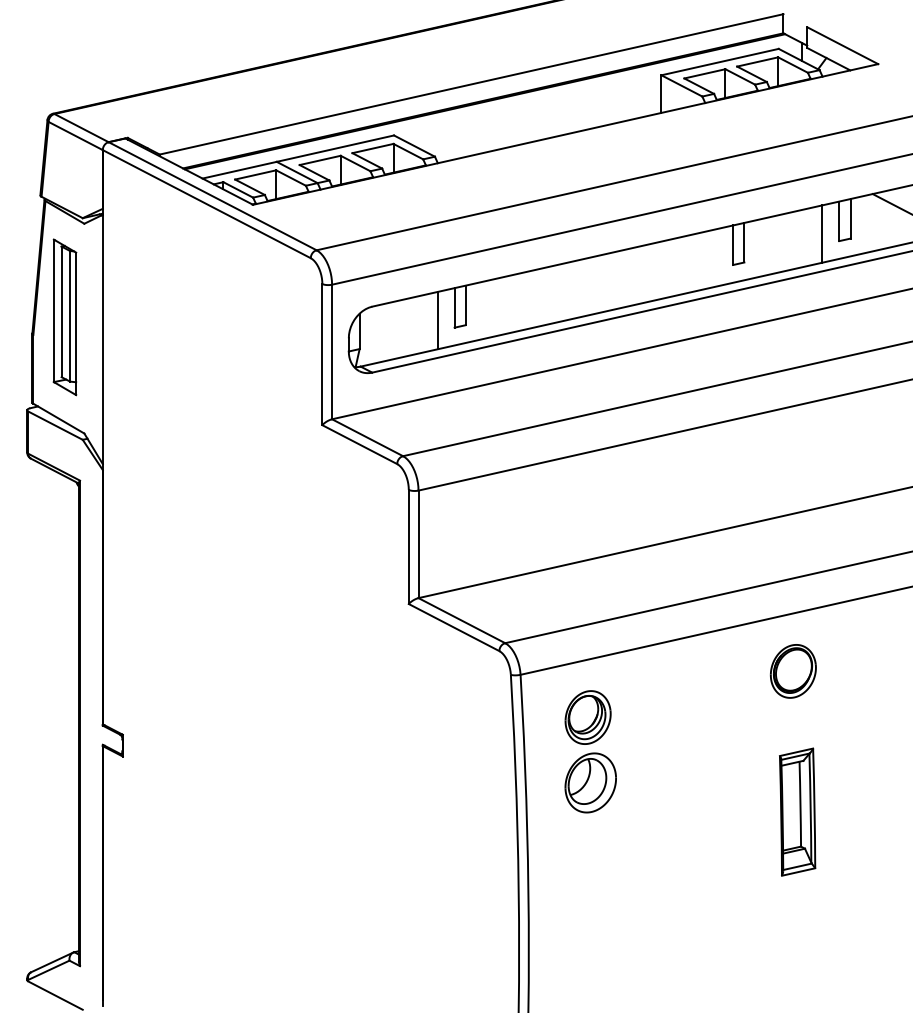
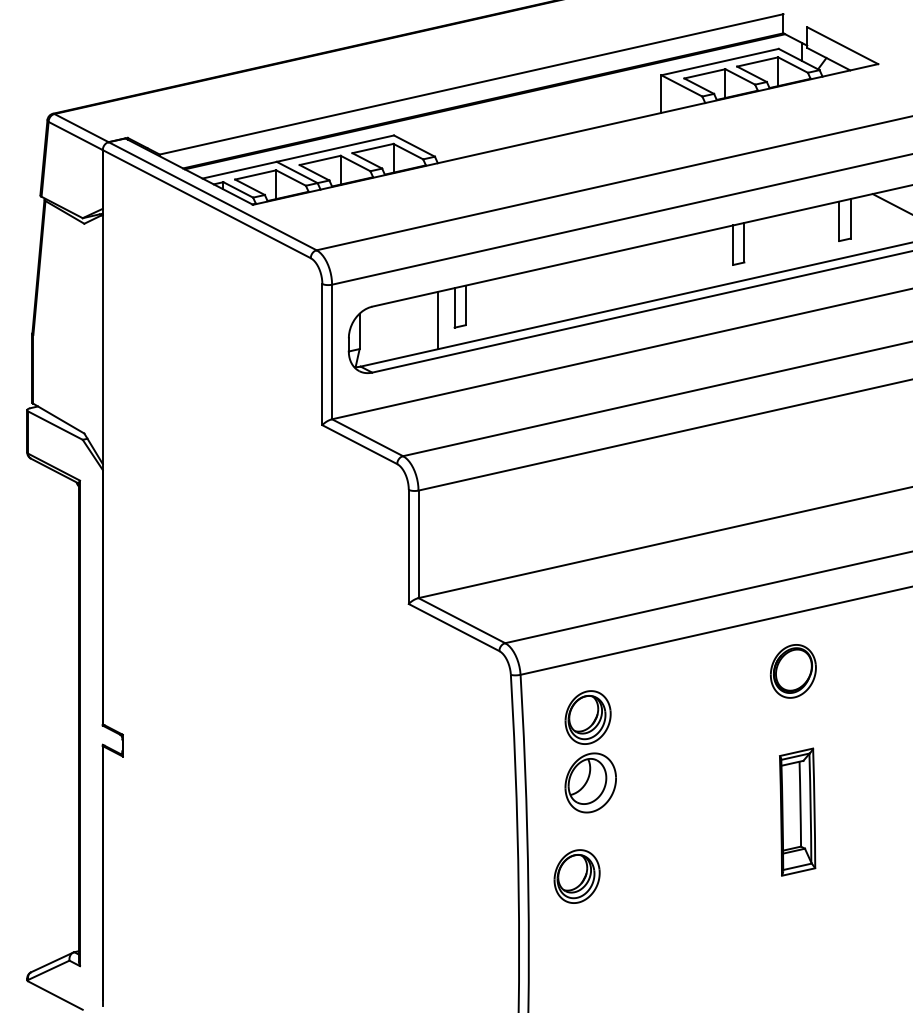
line at (822, 233): present -> none
part at (64, 317): present -> none
part at (576, 876): none -> present
